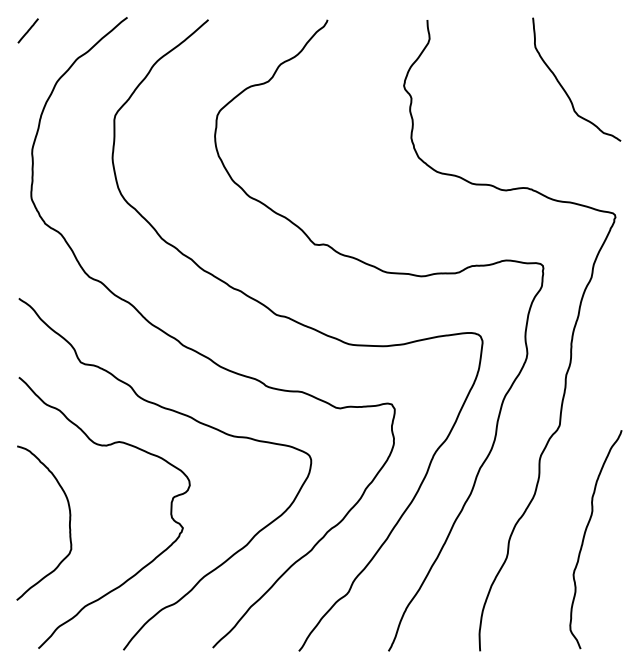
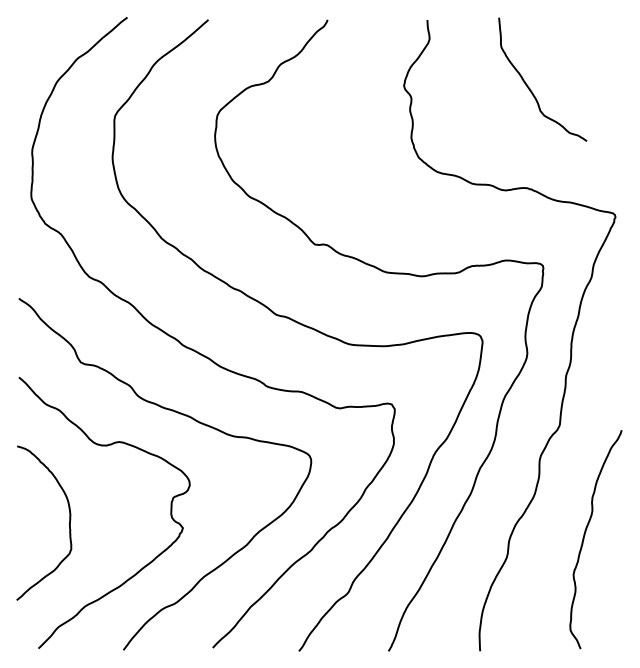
line at (27, 30): present -> none
curve at (564, 88) position: (564, 88) -> (530, 88)
